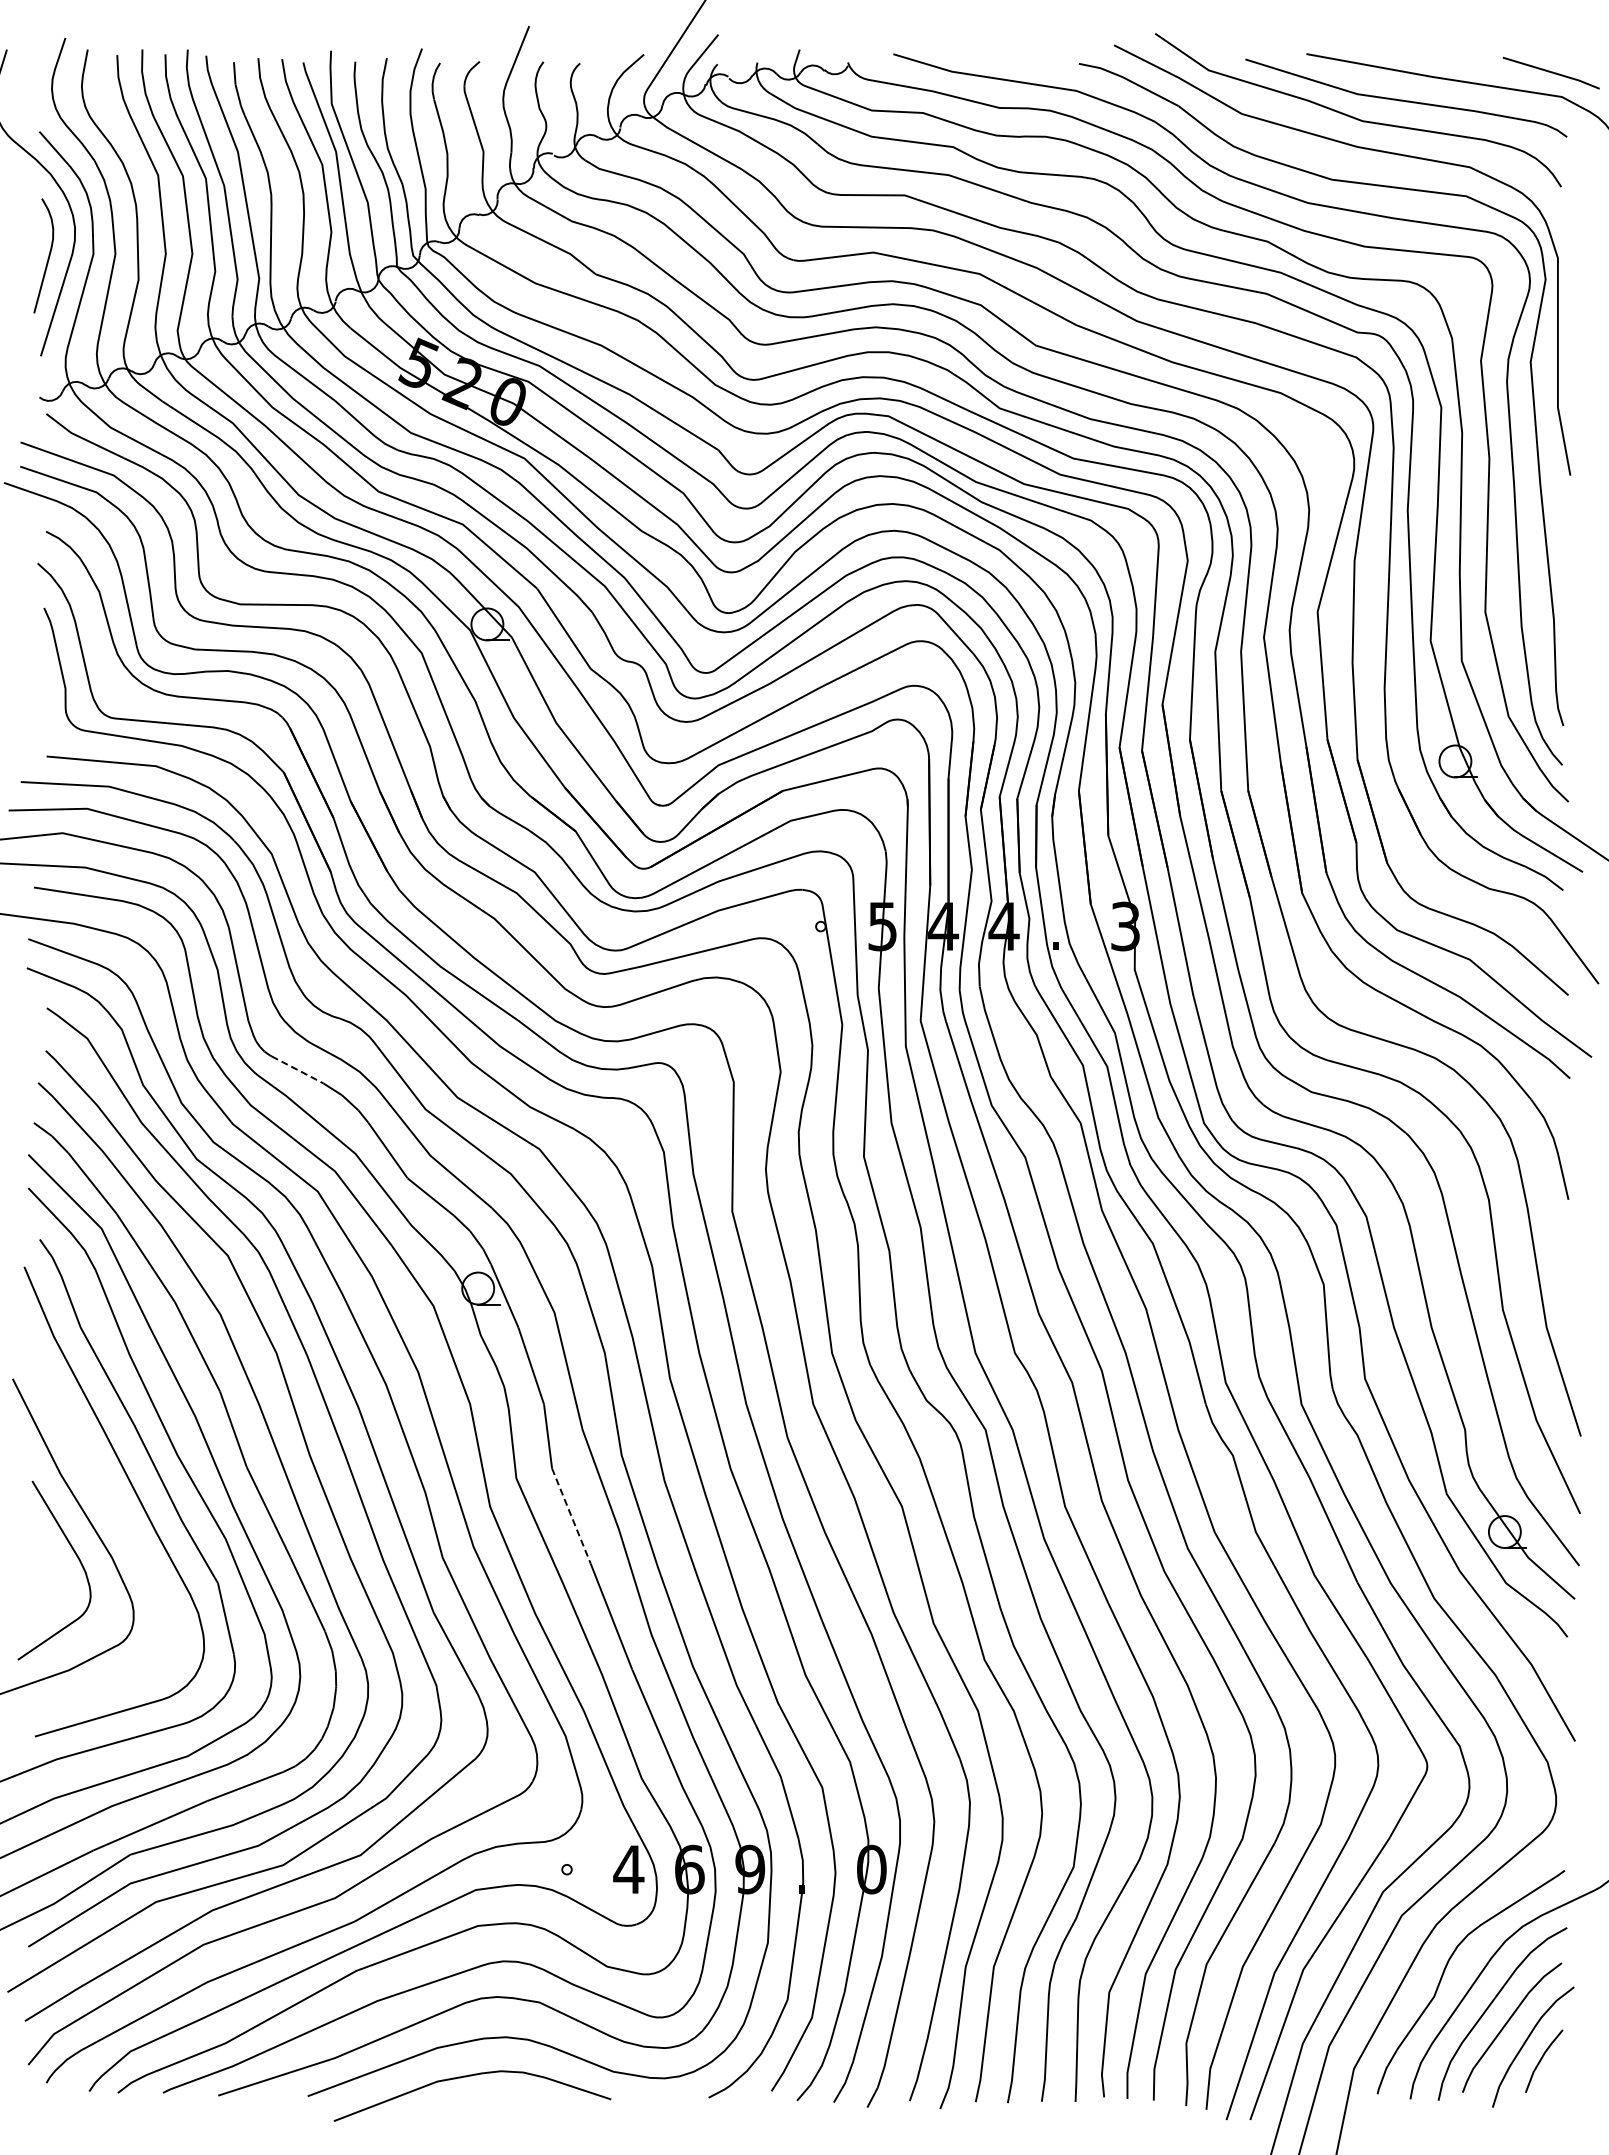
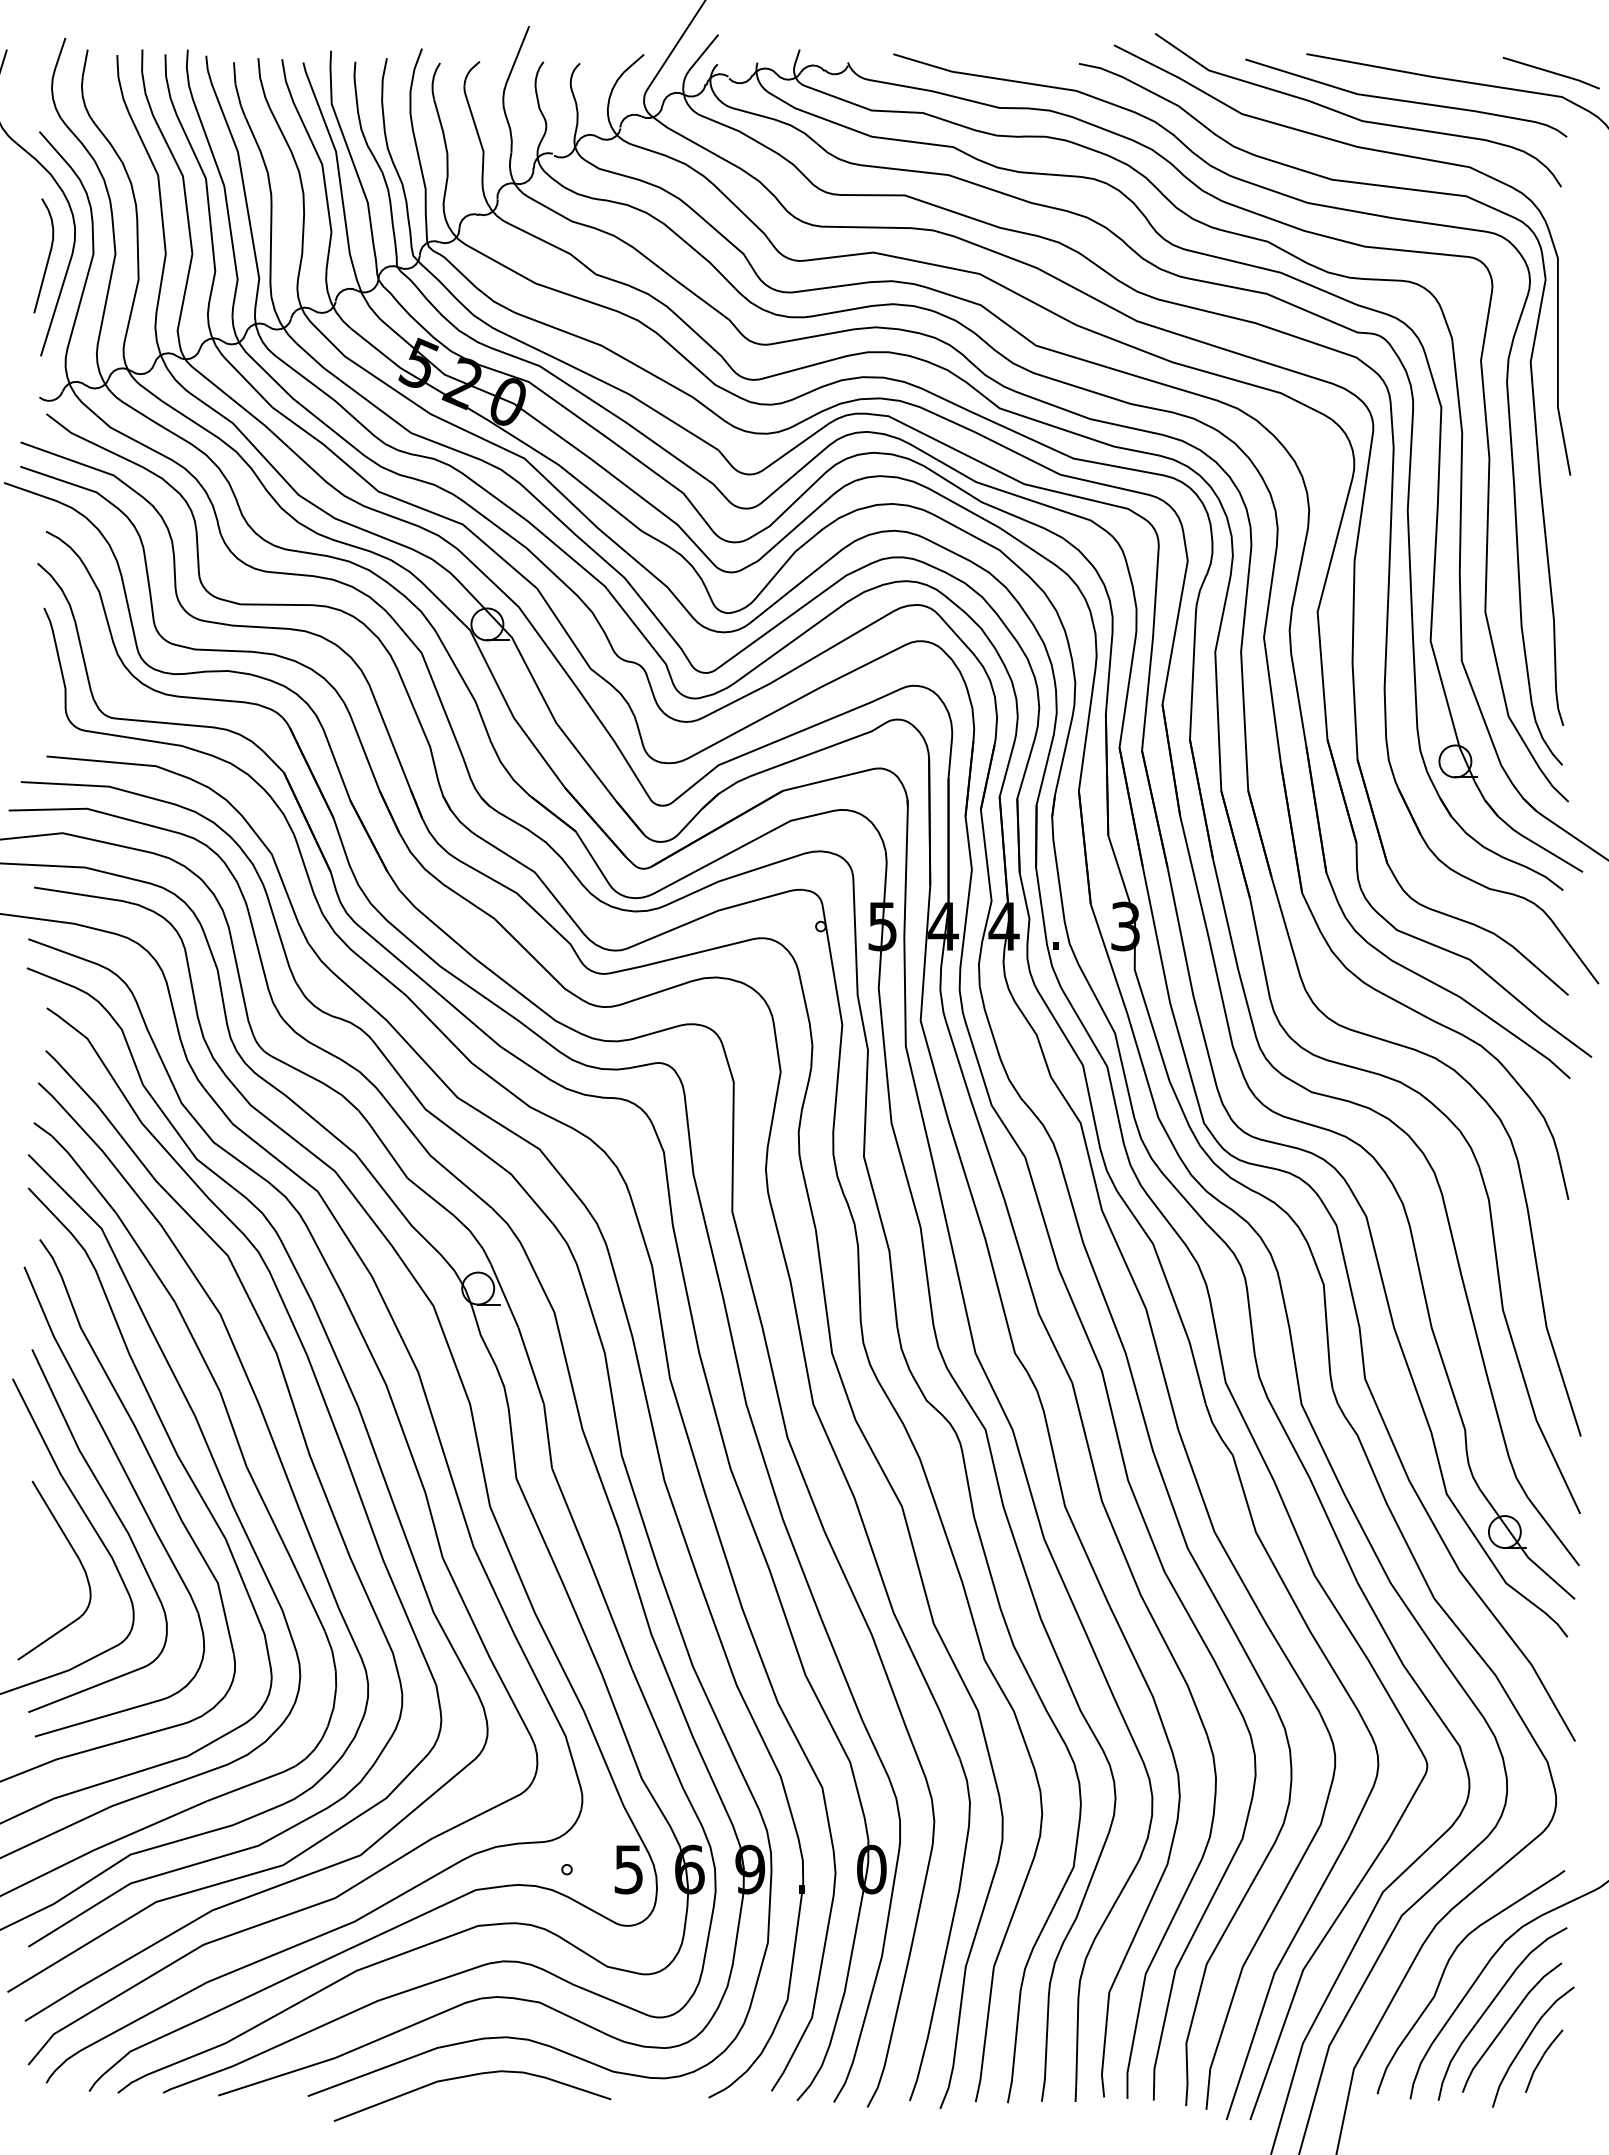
line at (297, 1070): dashed -> solid
line at (571, 1516): dashed -> solid
curve at (117, 1517): none -> present
text at (628, 1869): 4 -> 5
